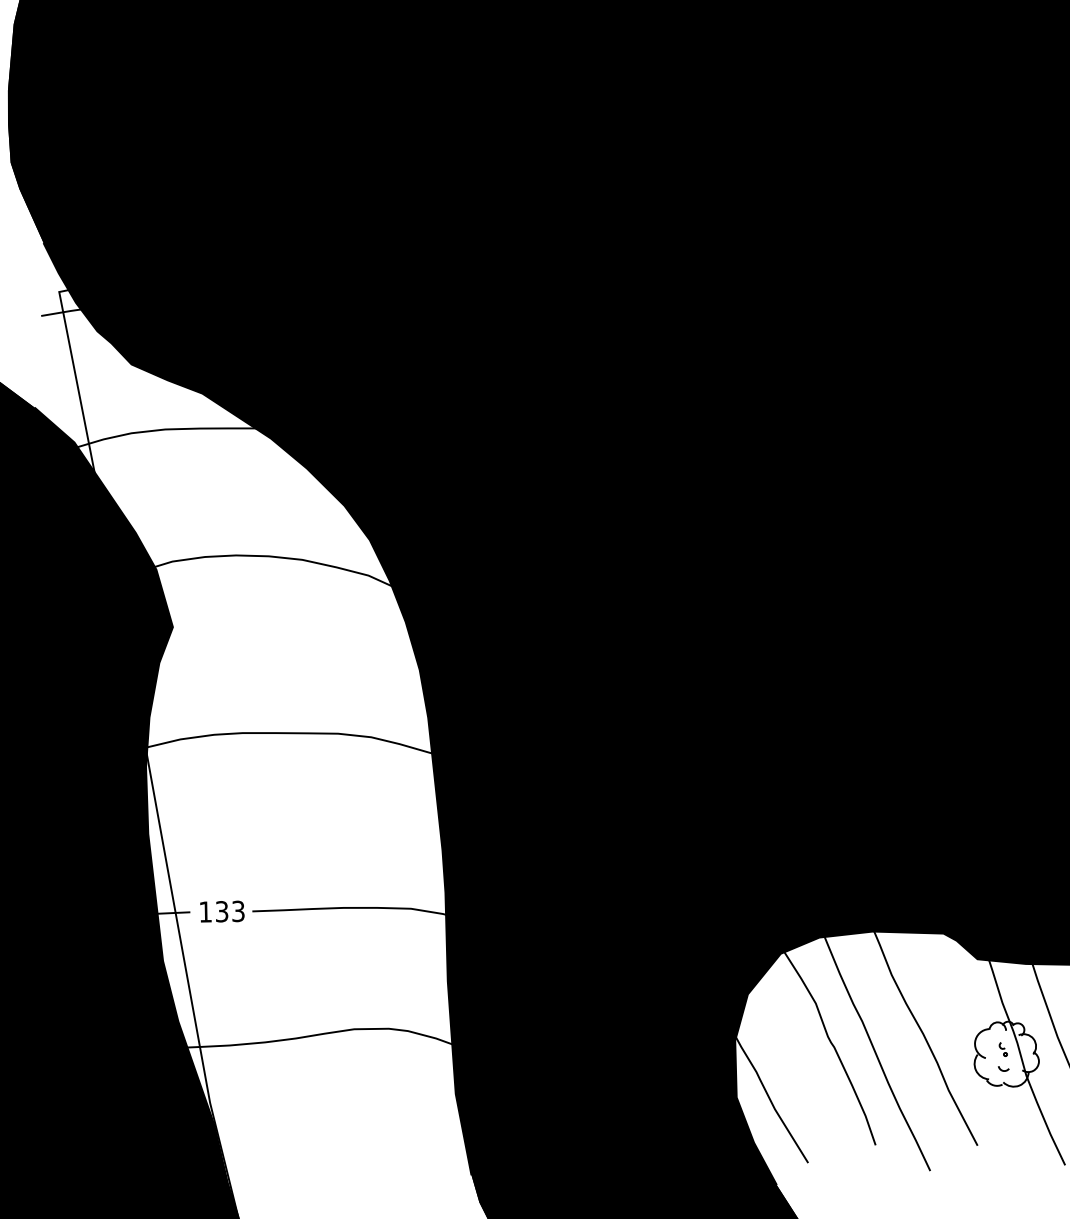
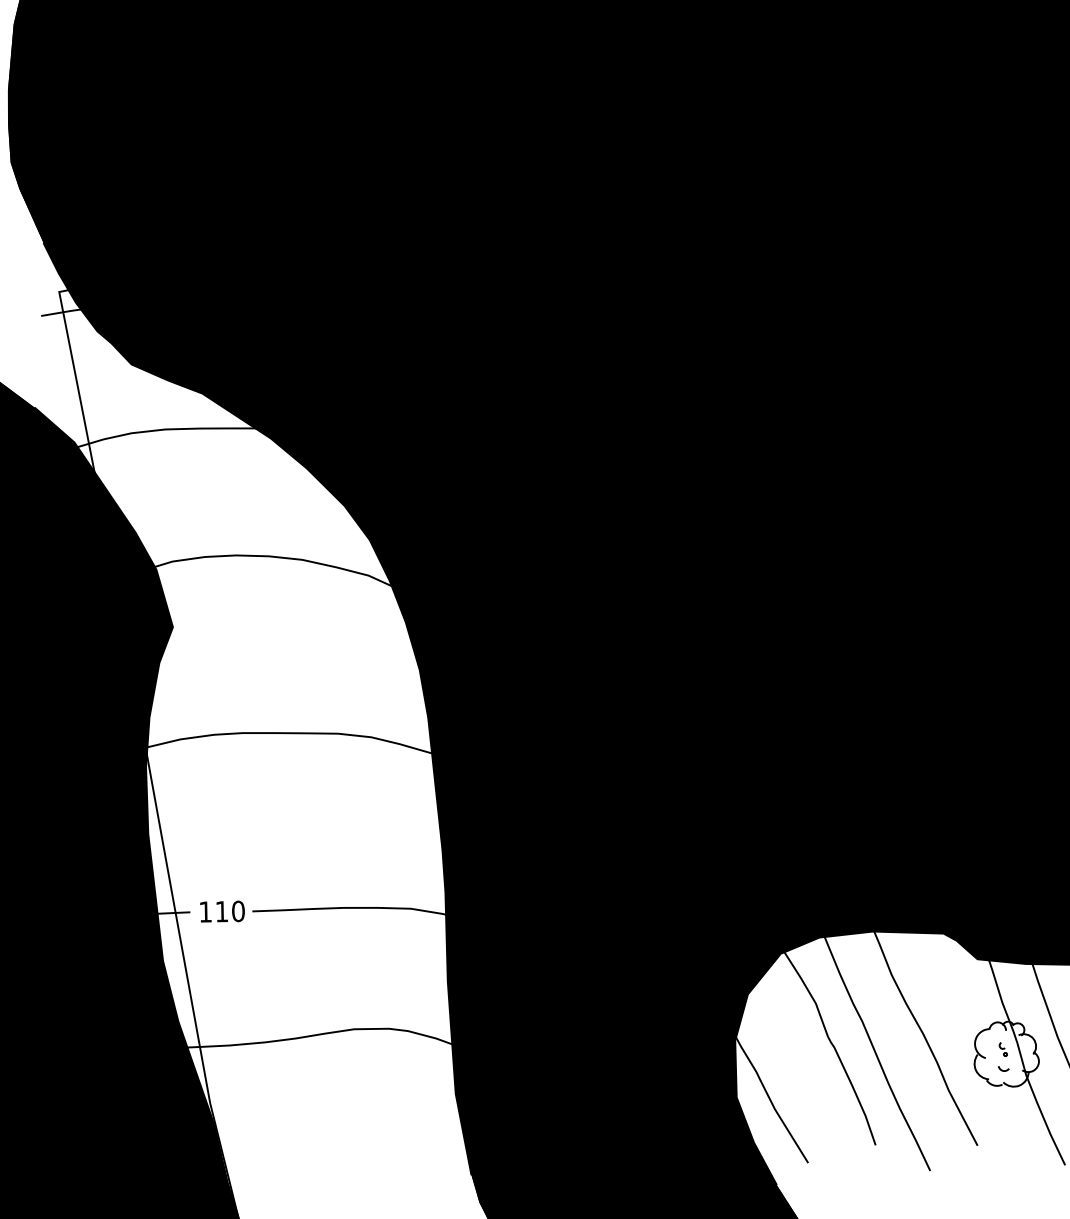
text at (230, 911): 133 -> 110
